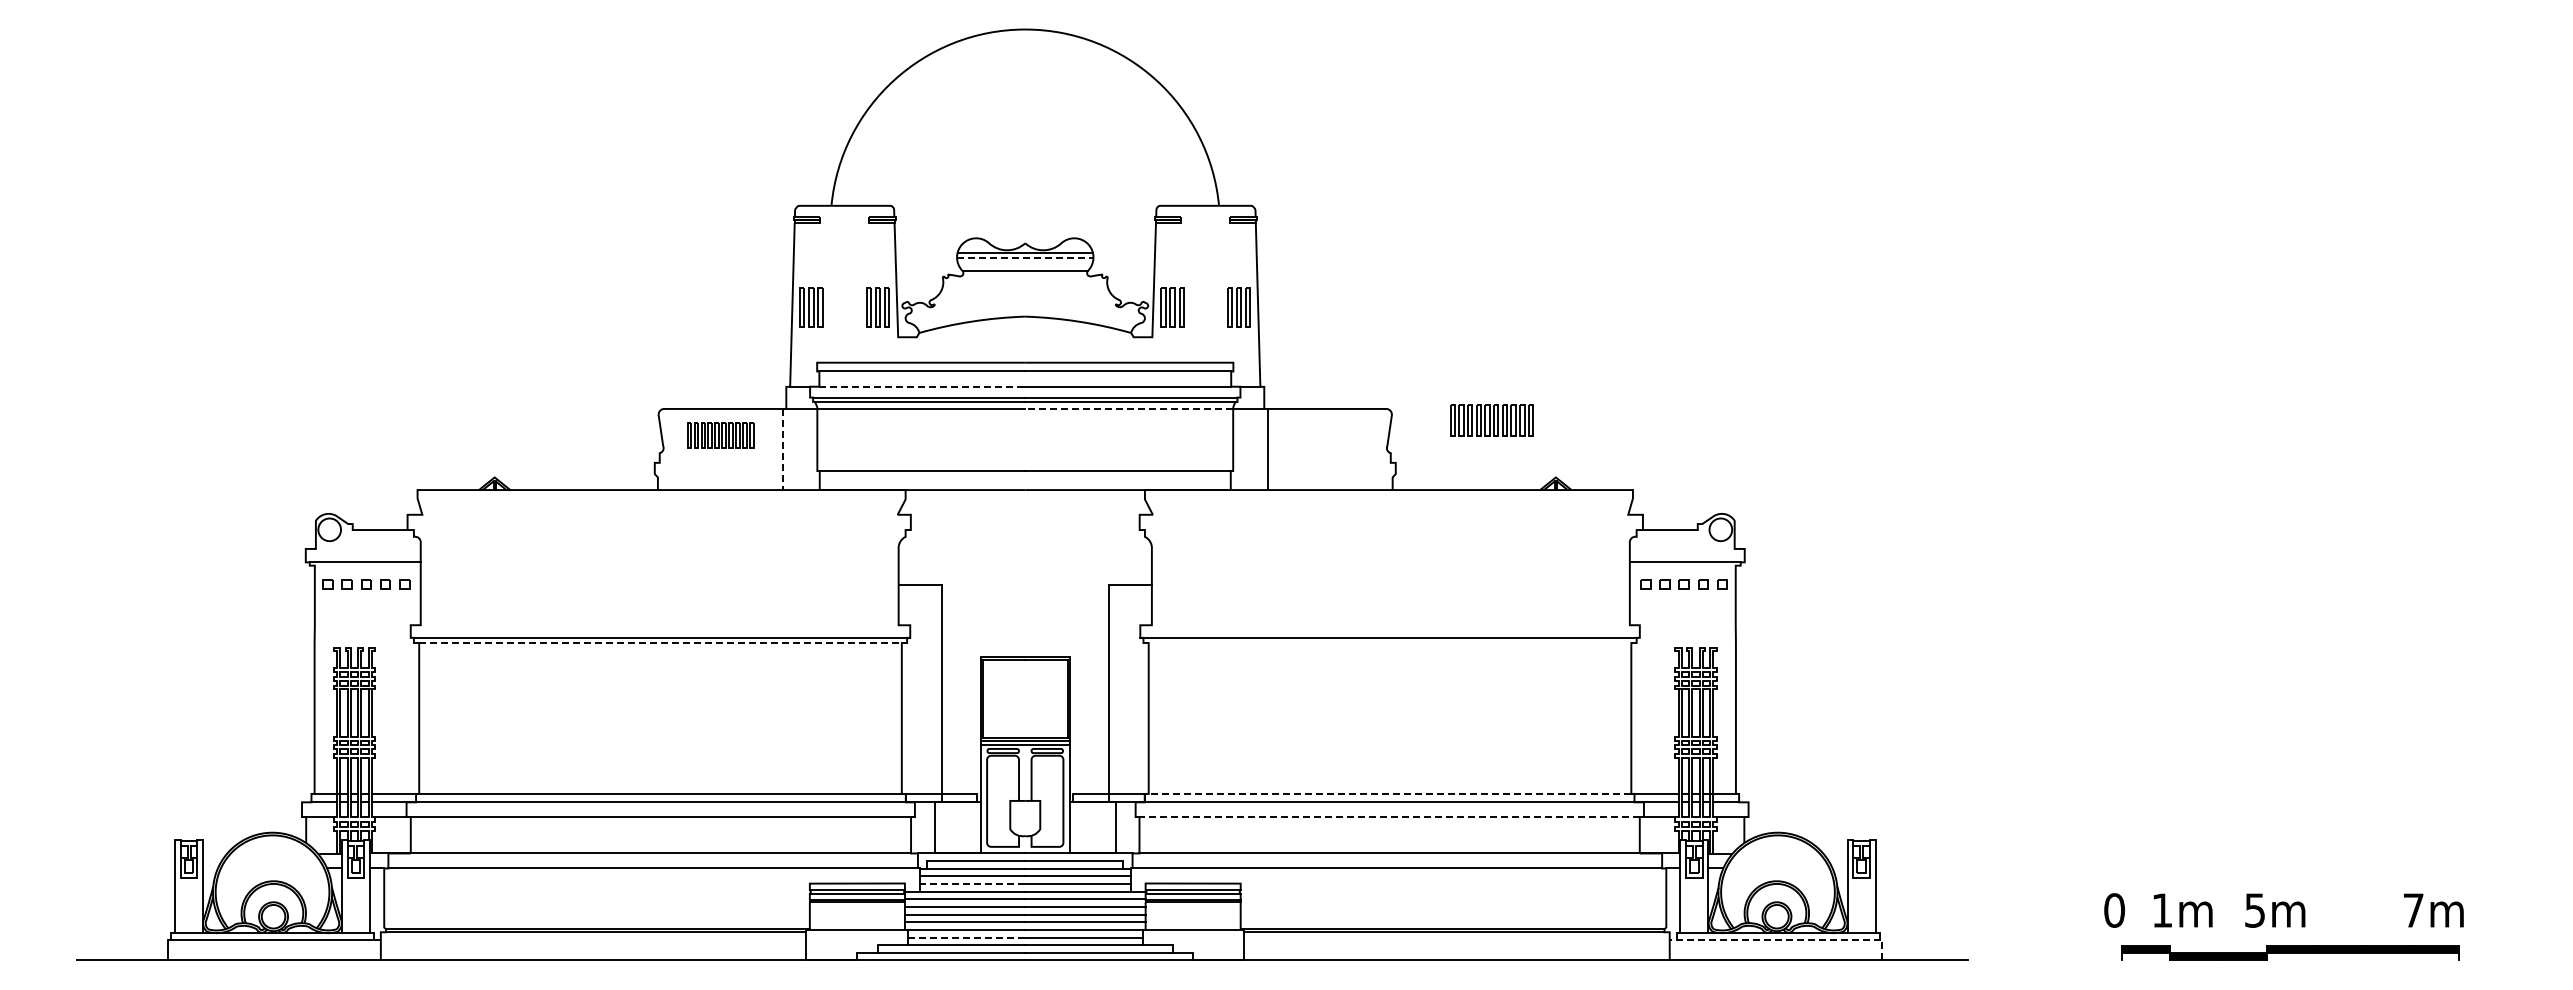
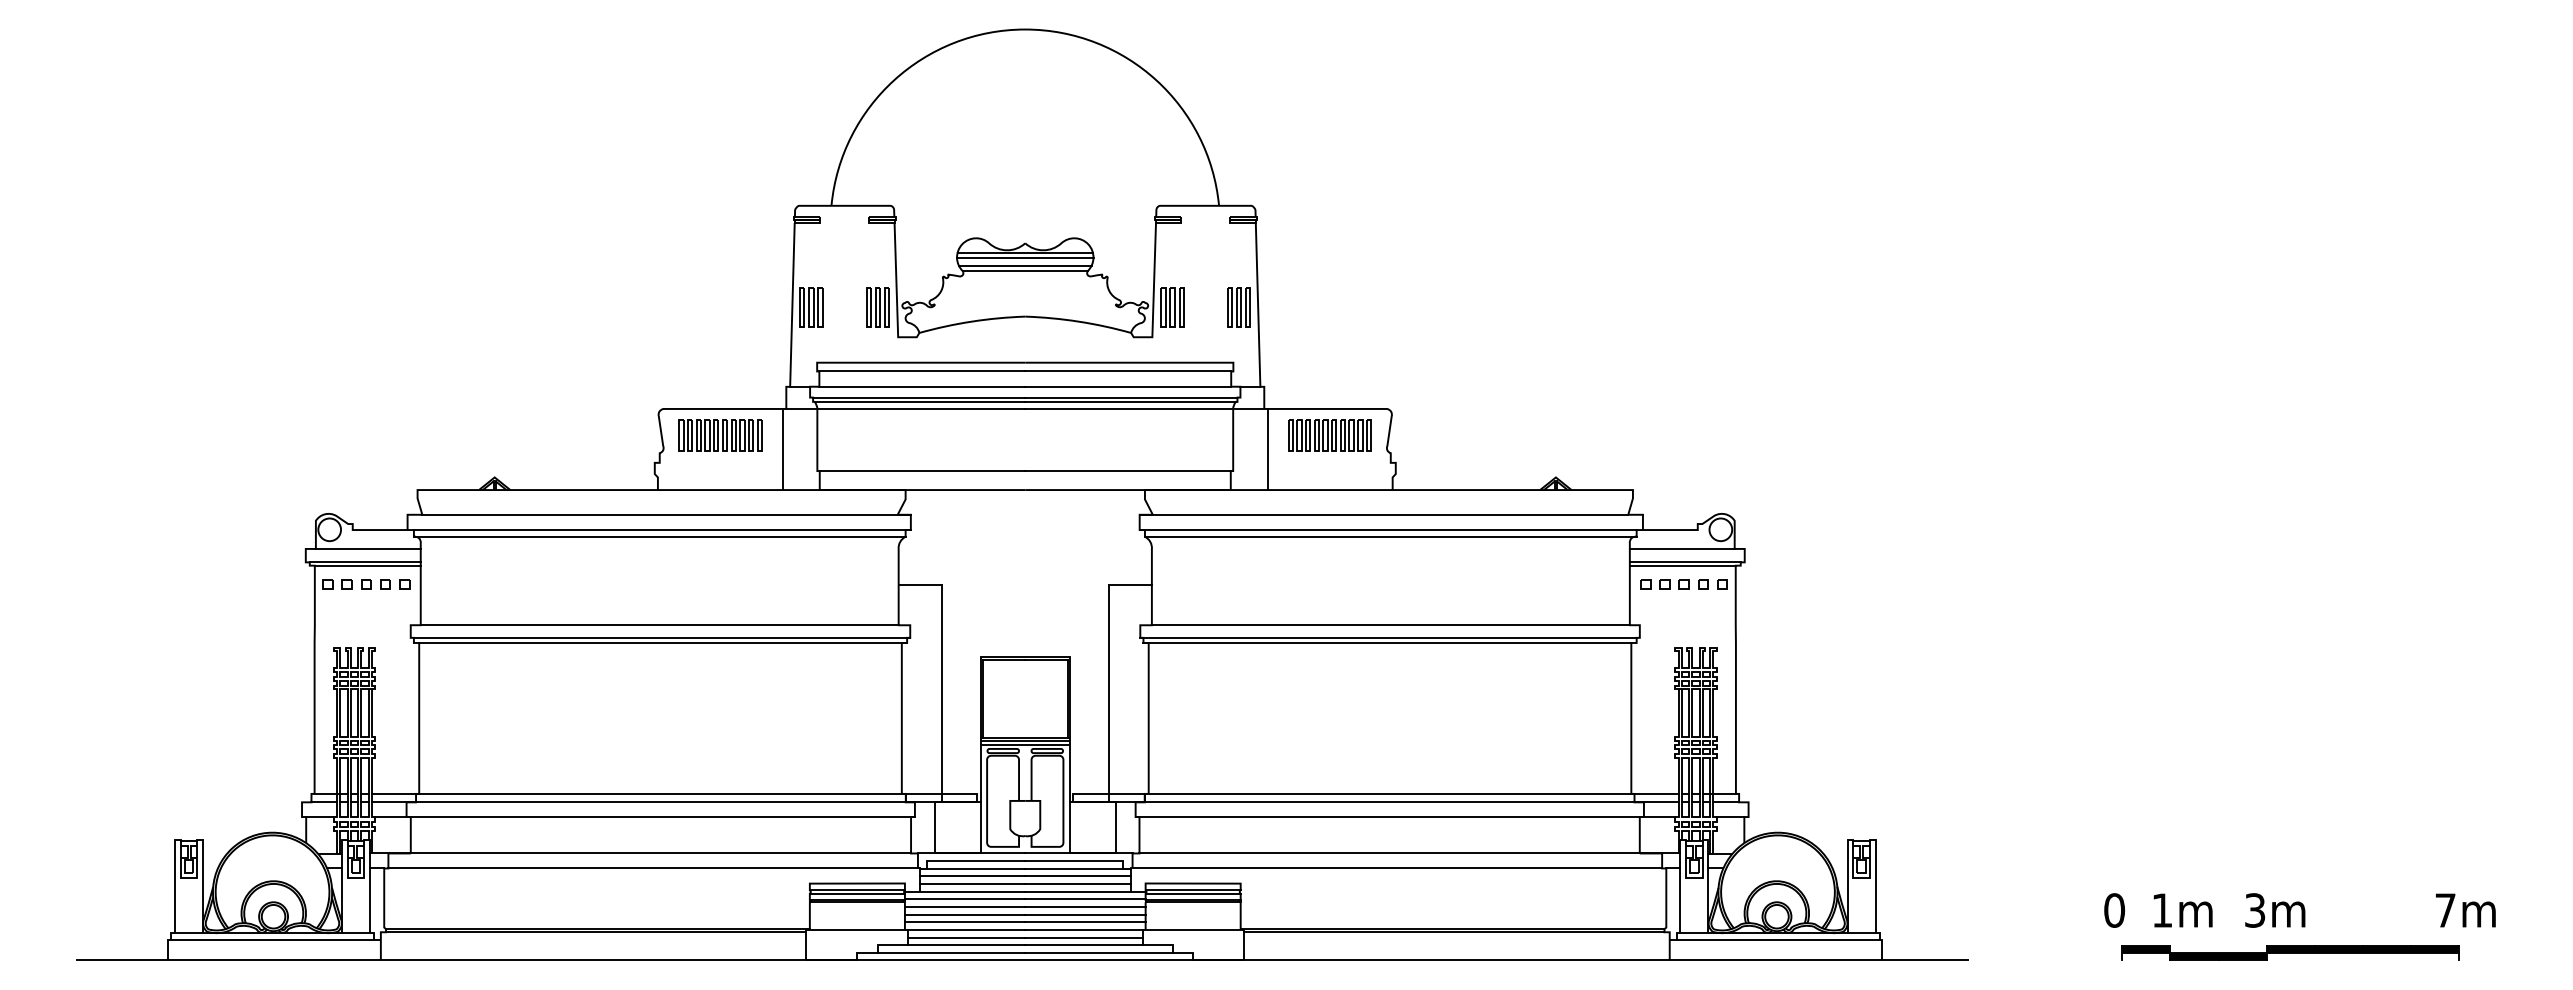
line at (1025, 257): dashed -> solid
line at (1025, 265): none -> present
line at (922, 386): dashed -> solid
line at (1129, 409): dashed -> solid
part at (1491, 420) position: (1491, 420) -> (1329, 435)
part at (720, 435) size: 68x27 px -> 85x33 px
line at (782, 449): dashed -> solid
line at (666, 514): none -> present
line at (1383, 514): none -> present
line at (661, 530): none -> present
line at (1387, 530): none -> present
line at (659, 536): none -> present
line at (1390, 536): none -> present
line at (367, 548): none -> present
line at (1681, 548): none -> present
line at (367, 565): none -> present
line at (1682, 565): none -> present
line at (659, 625): none -> present
line at (1390, 625): none -> present
line at (663, 642): dashed -> solid
line at (1387, 642): none -> present
line at (1387, 793): dashed -> solid
line at (1387, 817): dashed -> solid
line at (972, 884): dashed -> solid
text at (2255, 910): 5m -> 3m
text at (2433, 910) position: (2433, 910) -> (2465, 910)
line at (966, 937): dashed -> solid
line at (1786, 940): dashed -> solid
